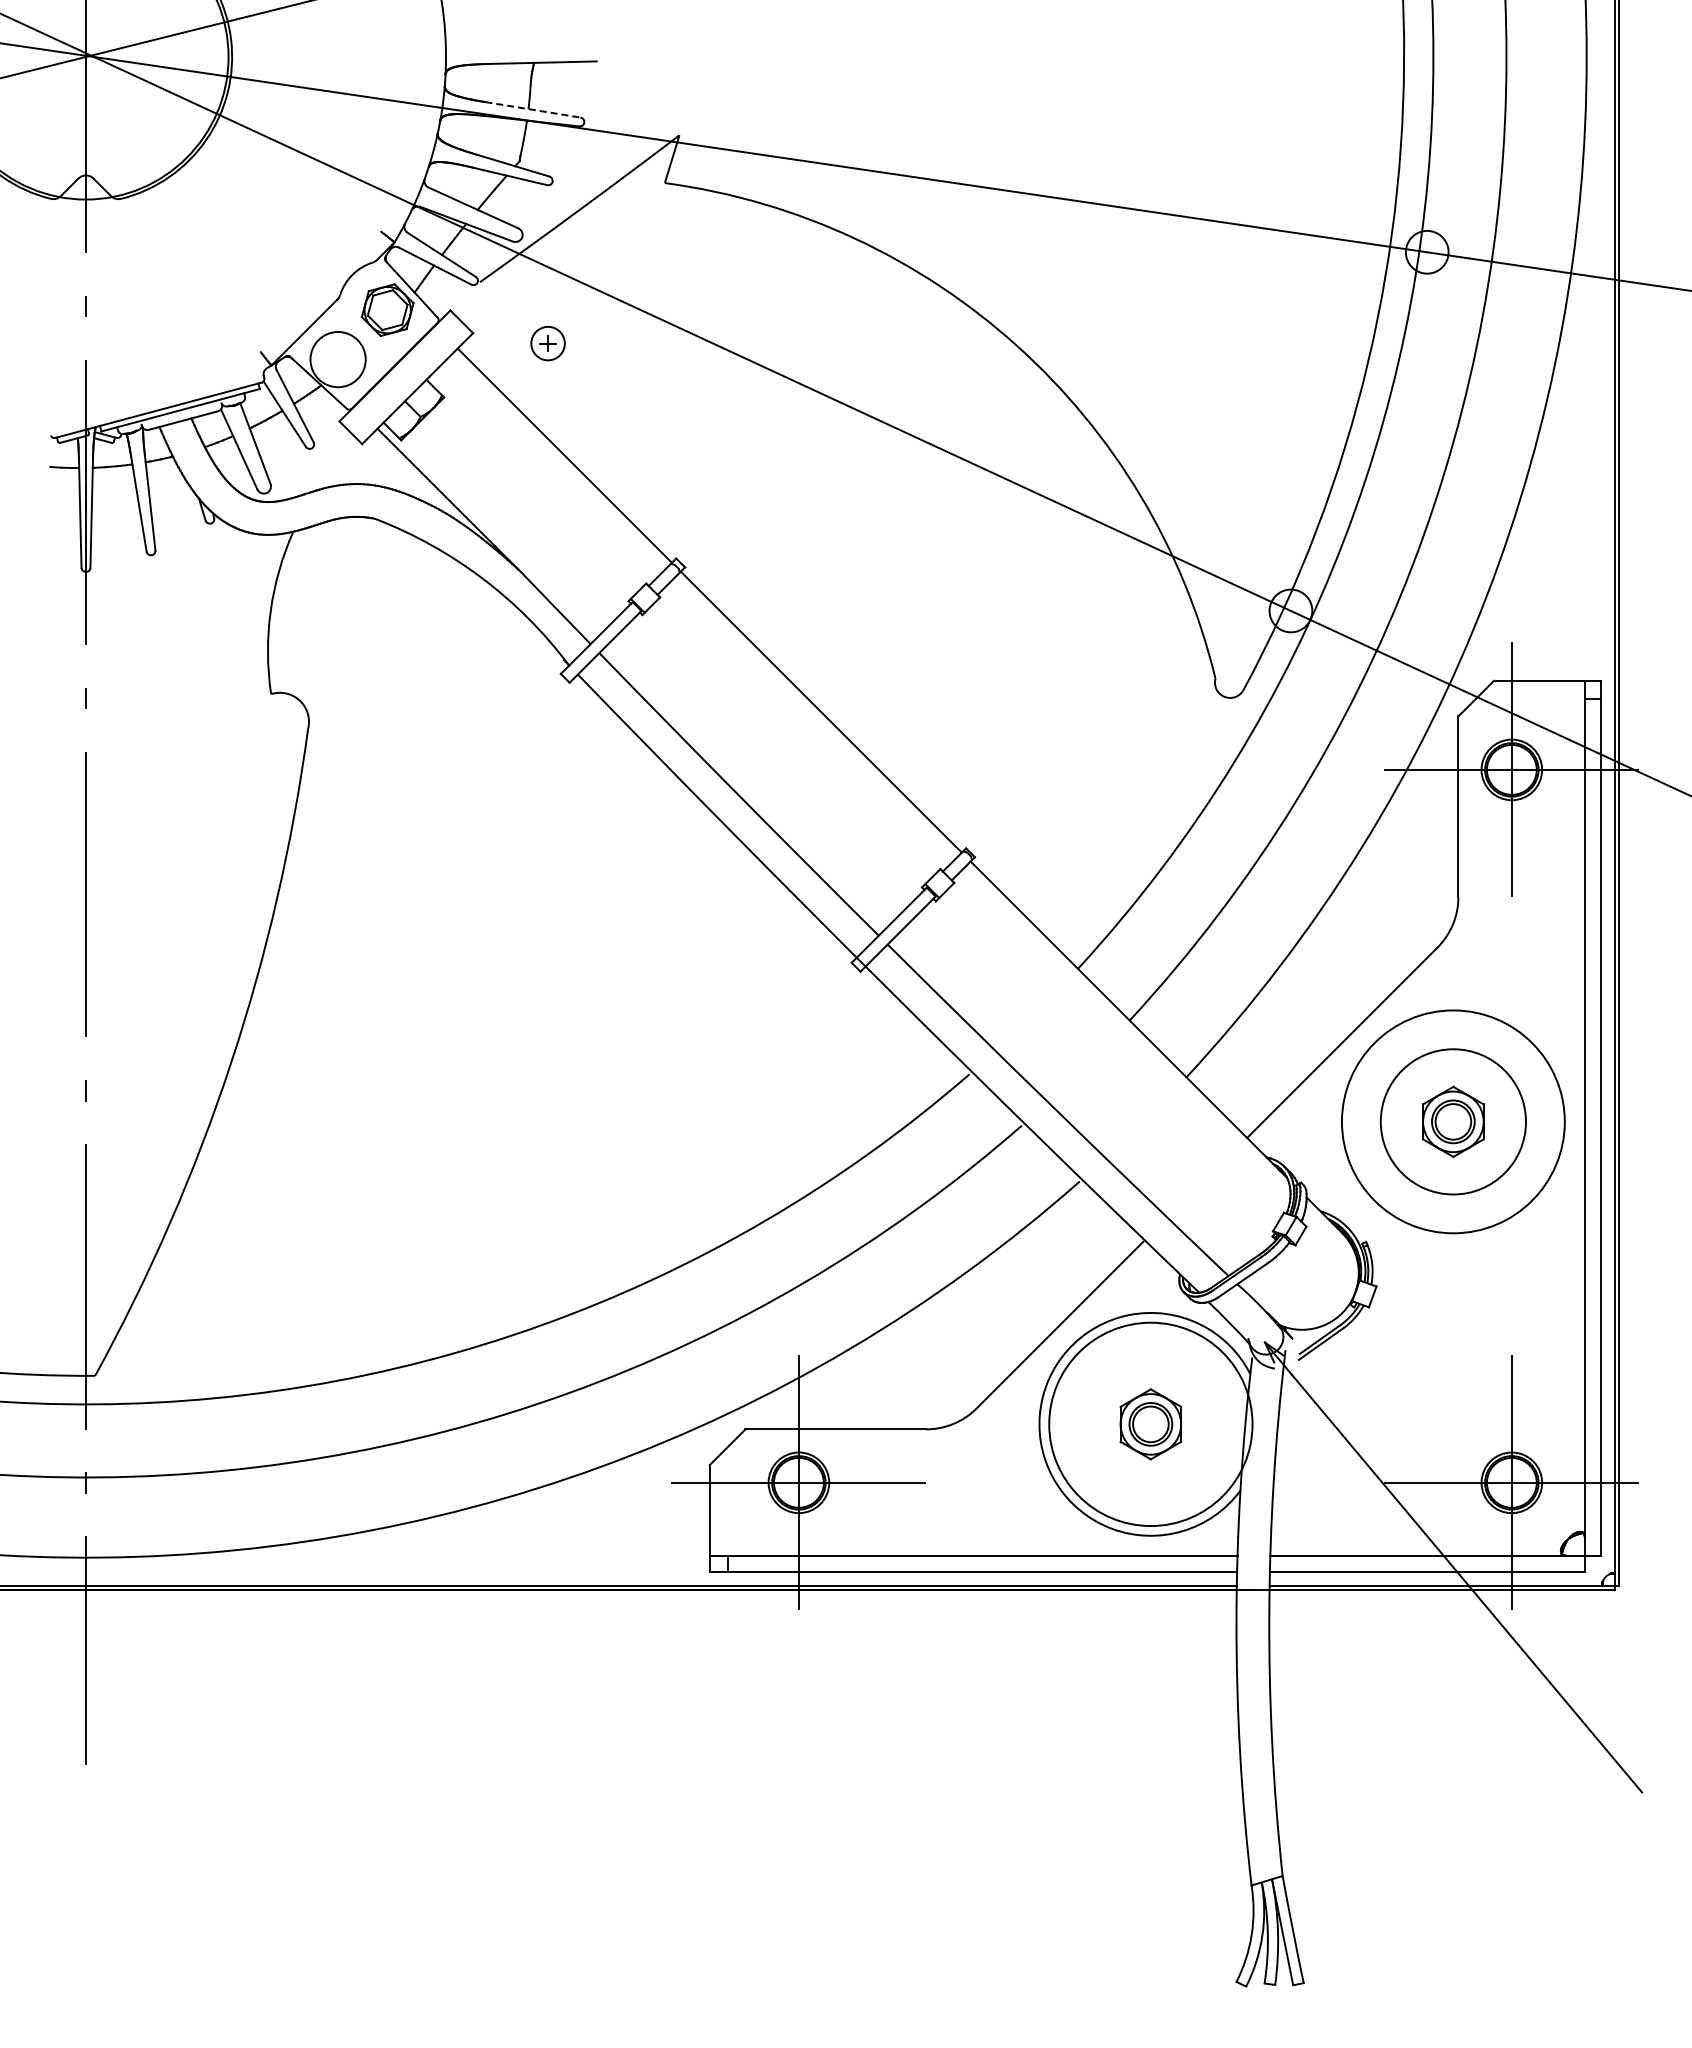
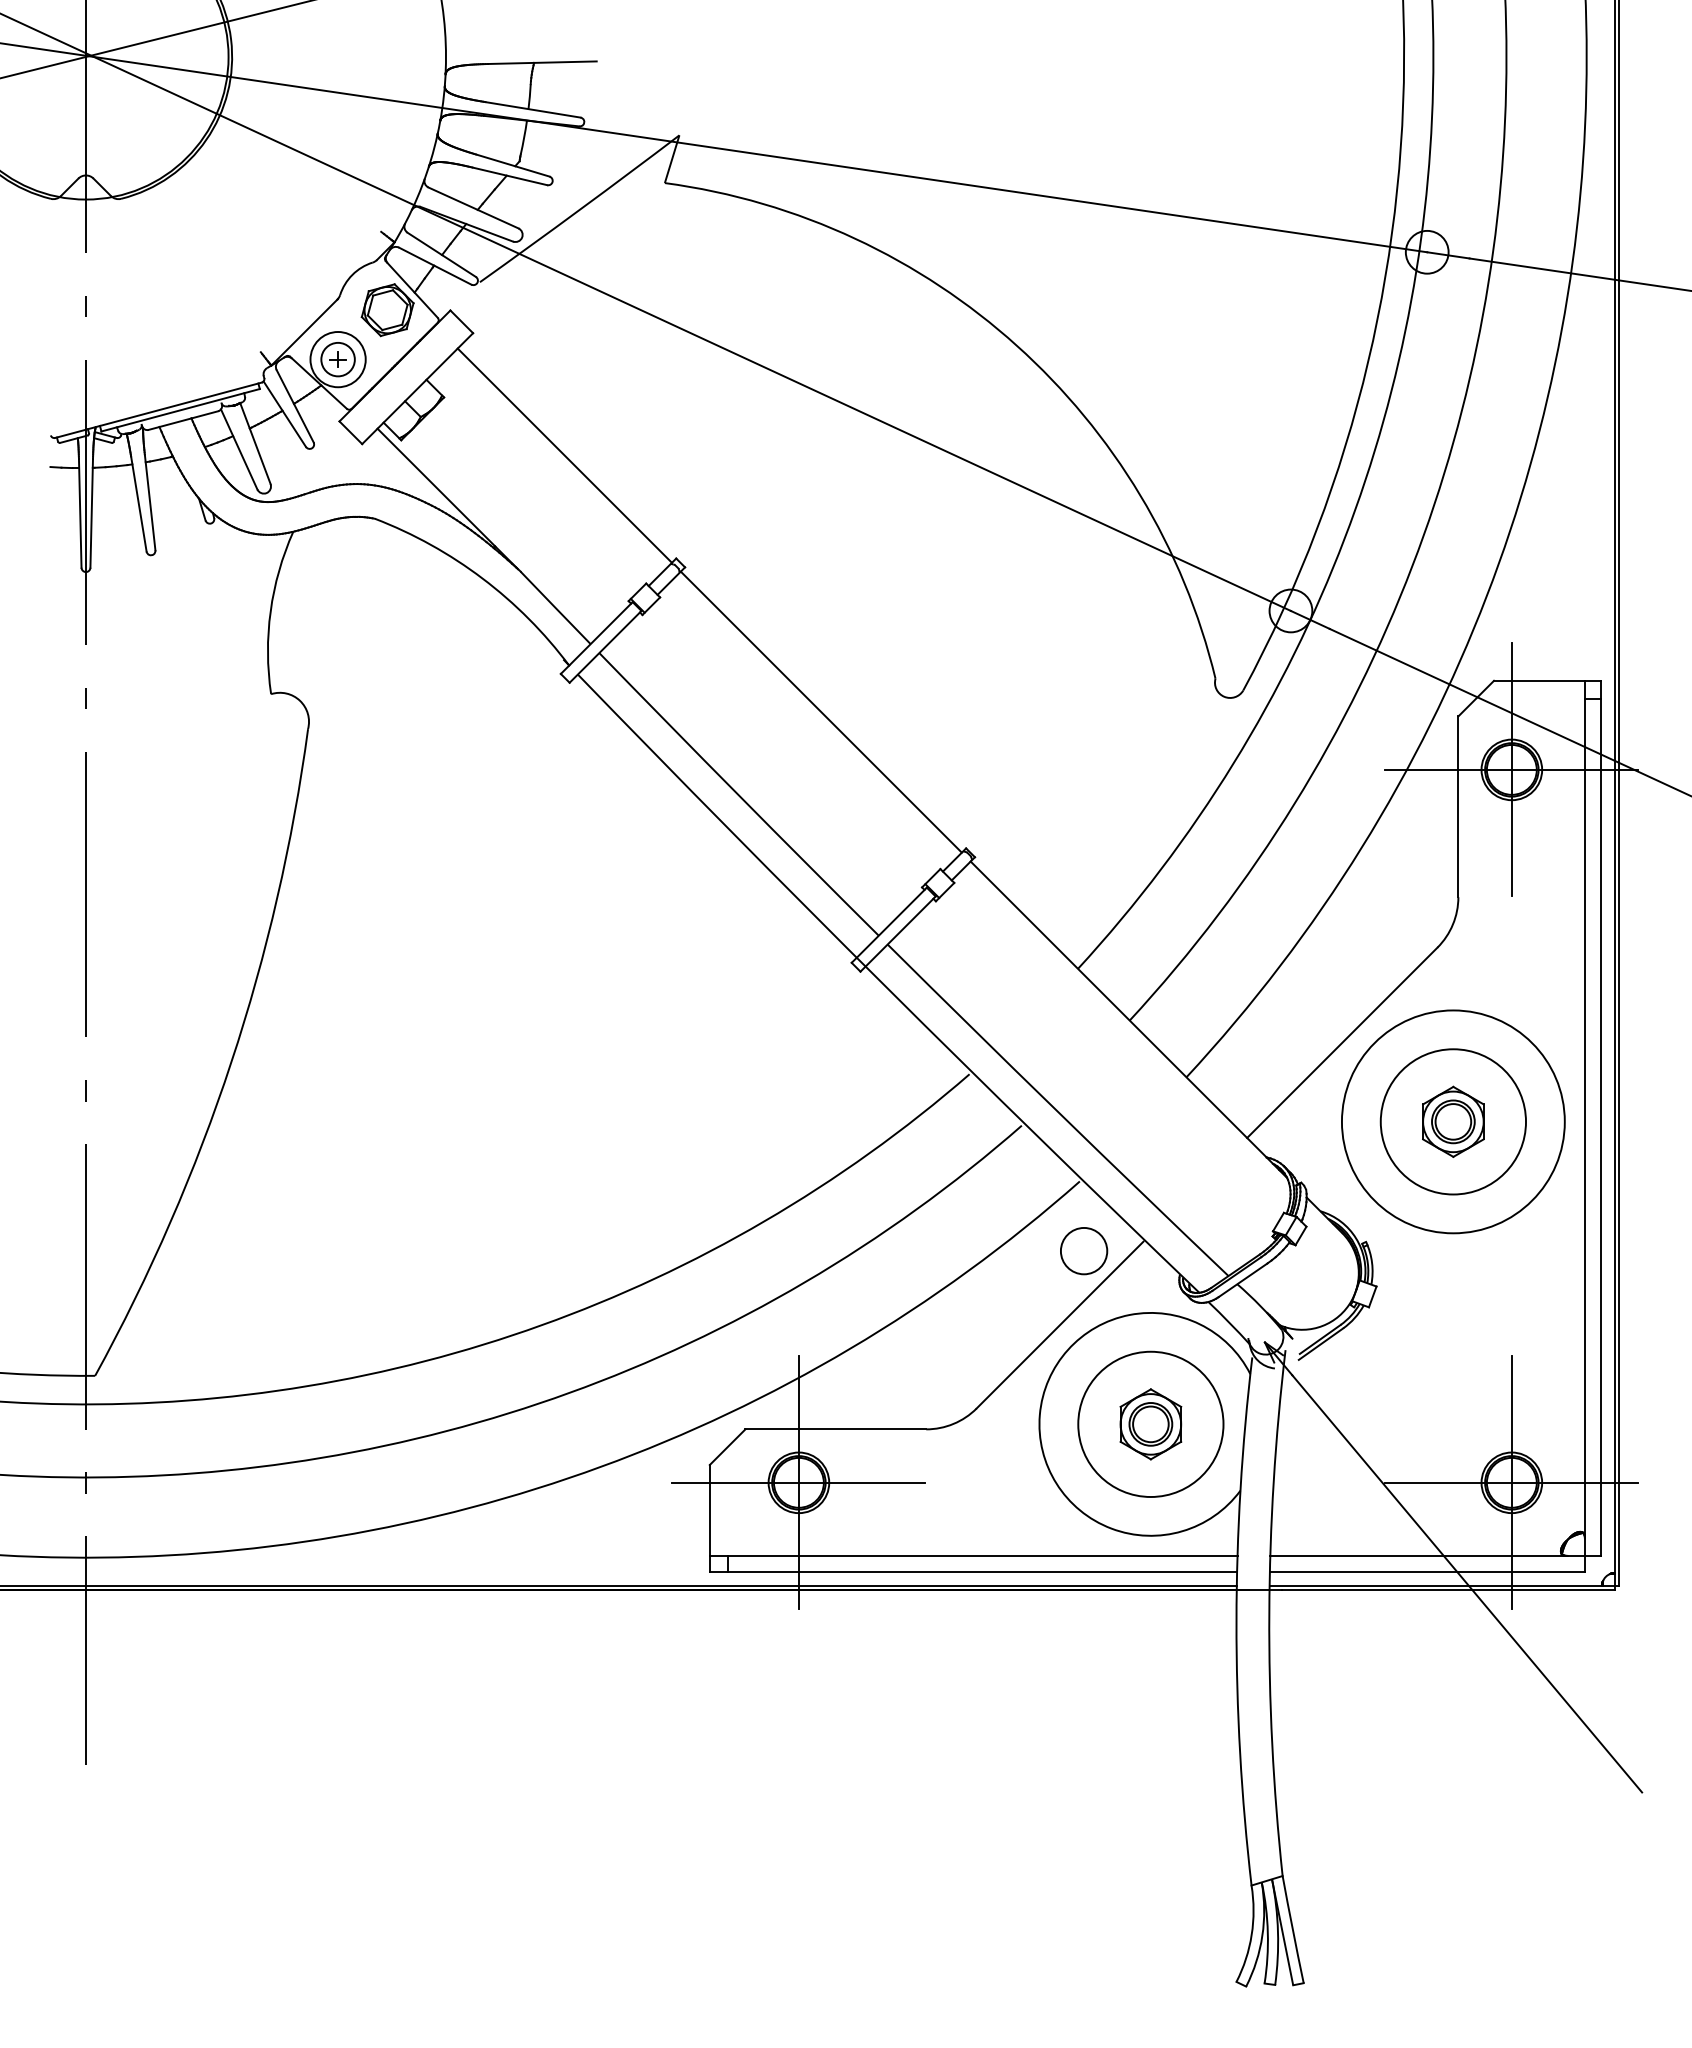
line at (533, 109): dashed -> solid
part at (547, 343) position: (547, 343) -> (337, 359)
circle at (1084, 1251): none -> present
circle at (1150, 1424) diameter: 203 px -> 145 px
